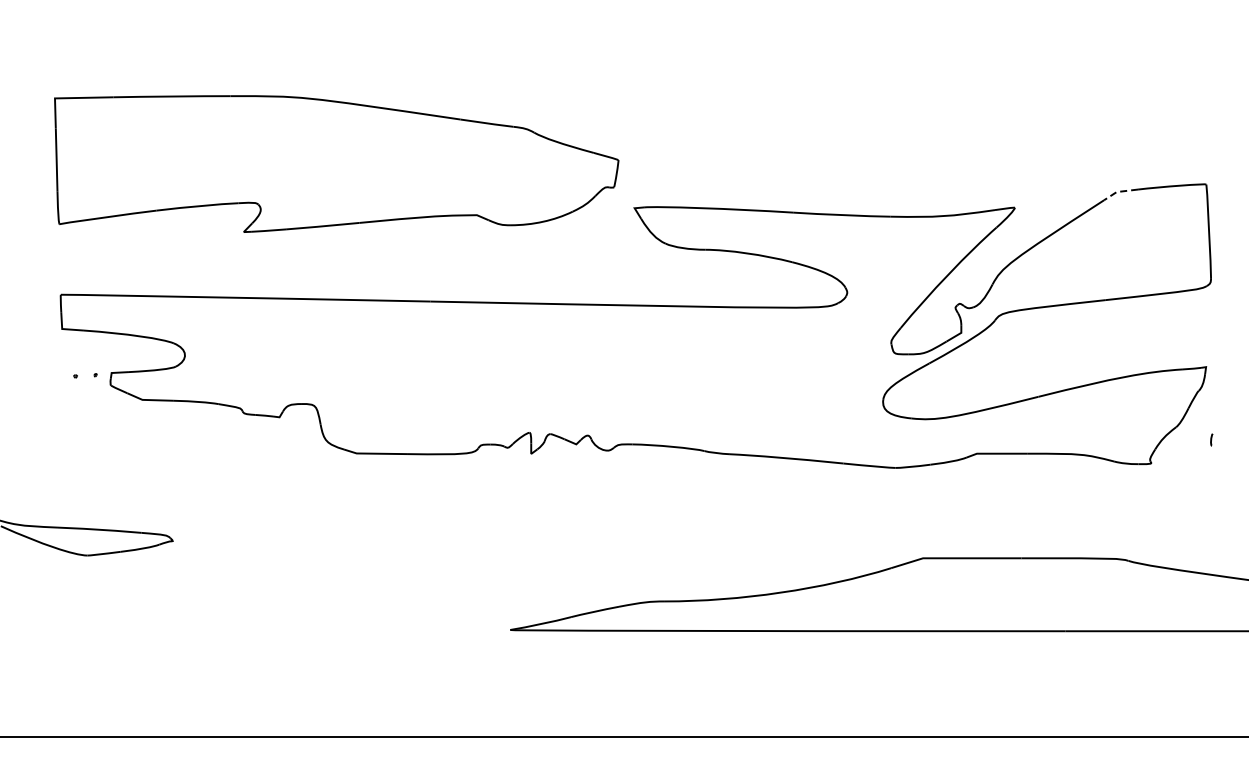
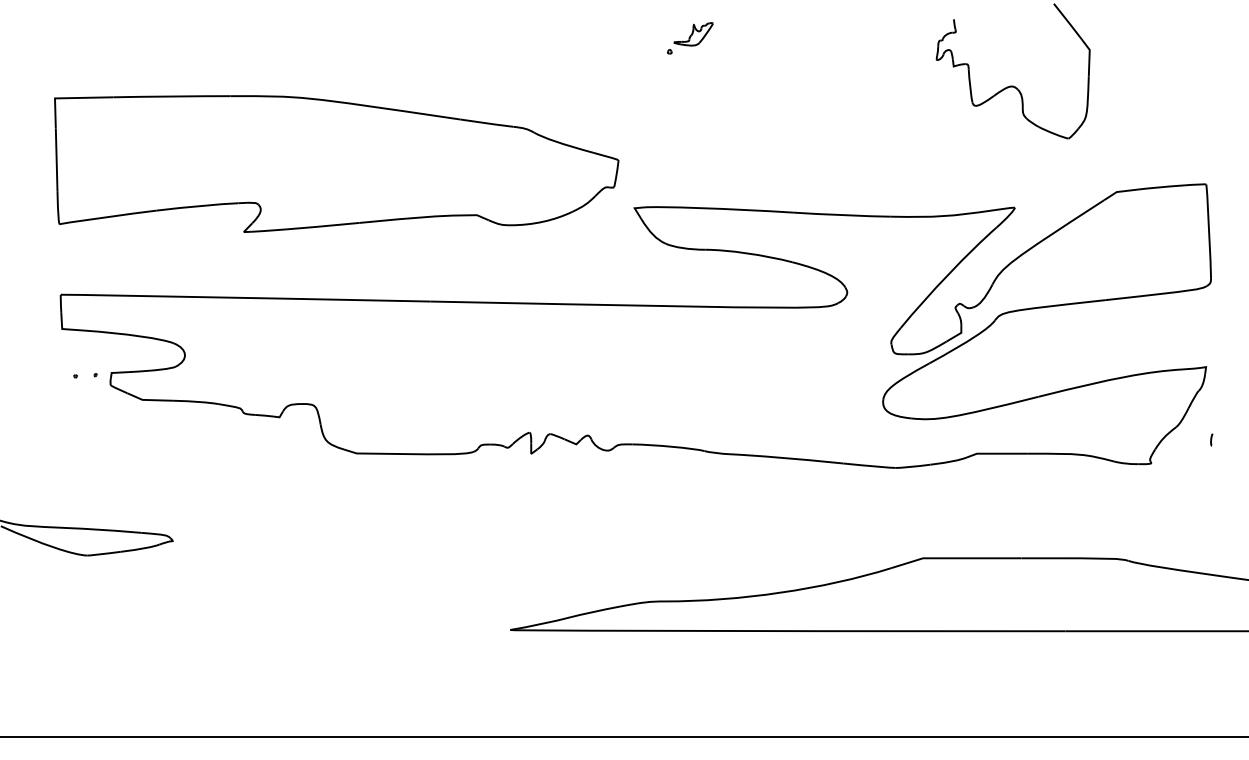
part at (690, 38): none -> present
part at (1012, 85): none -> present
line at (1118, 191): dashed -> solid
